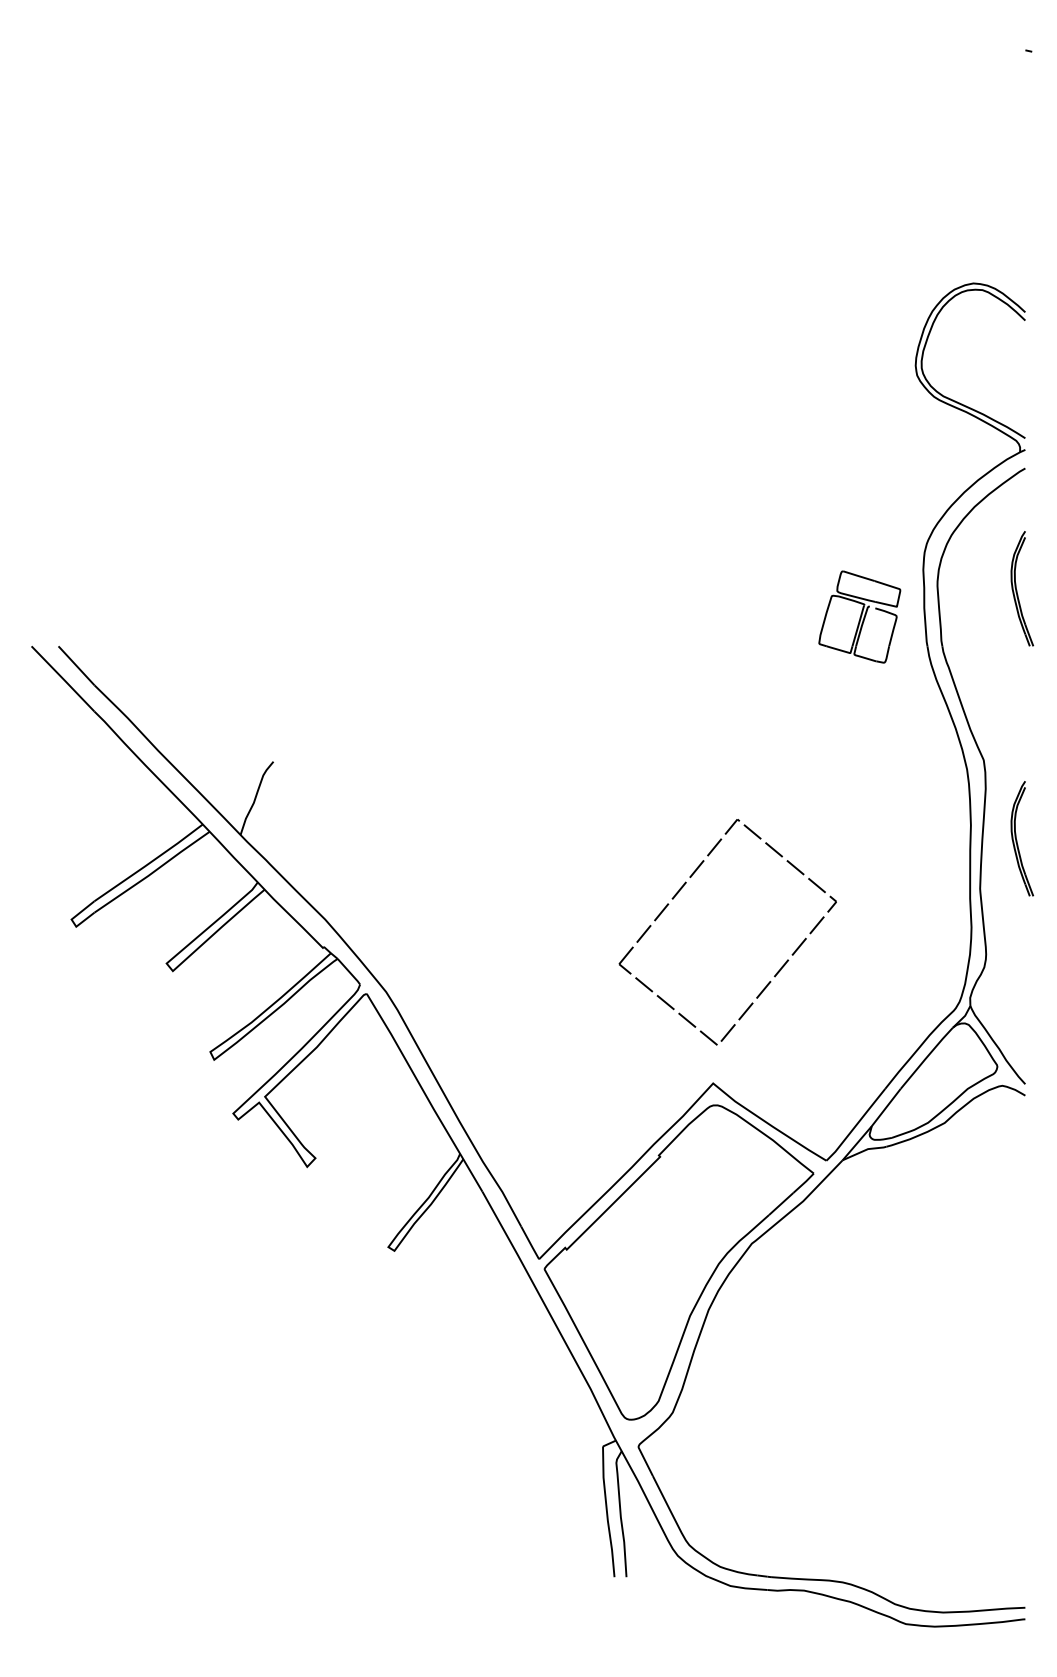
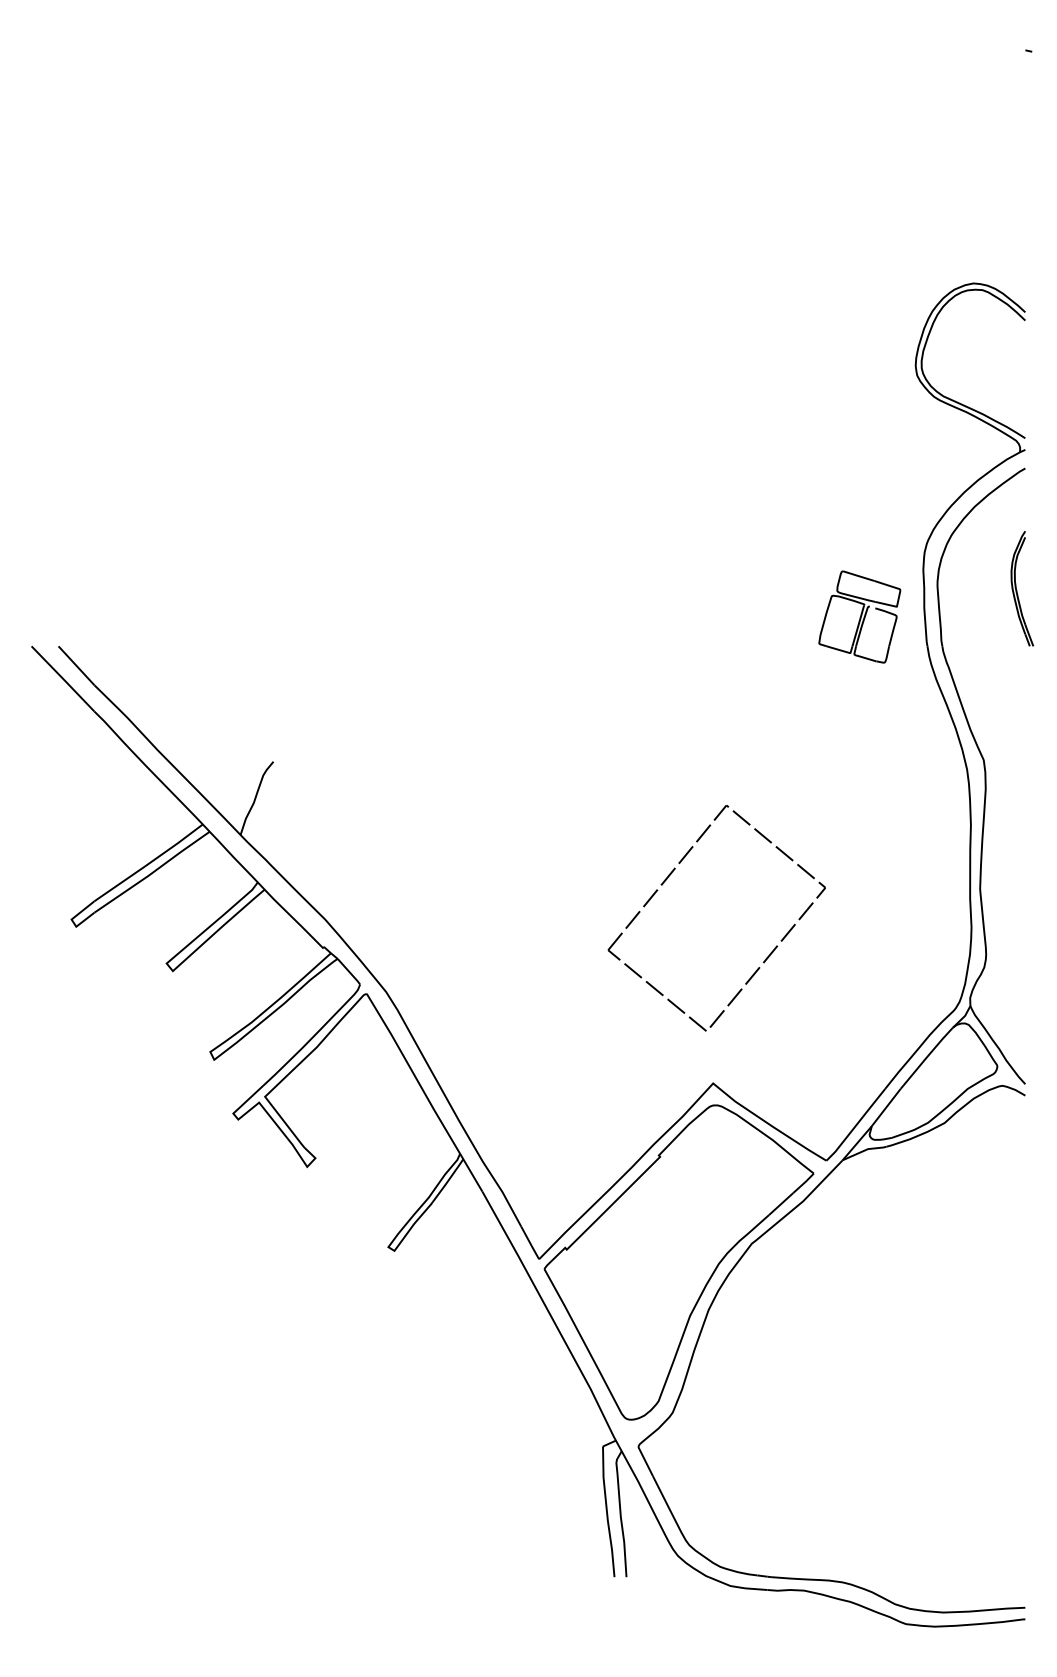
part at (1022, 838): present -> none
part at (679, 892) position: (679, 892) -> (668, 878)
